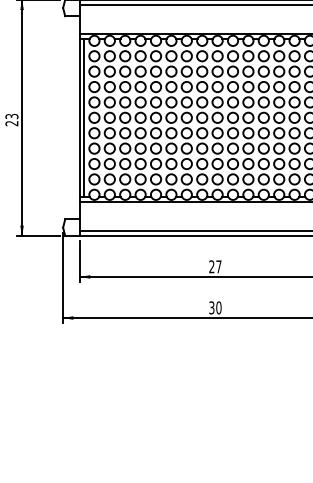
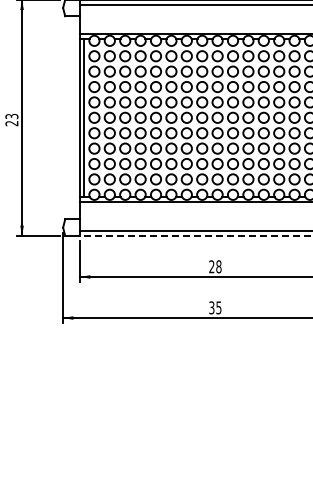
line at (195, 235): solid -> dashed
text at (218, 266): 27 -> 28
text at (218, 307): 30 -> 35
